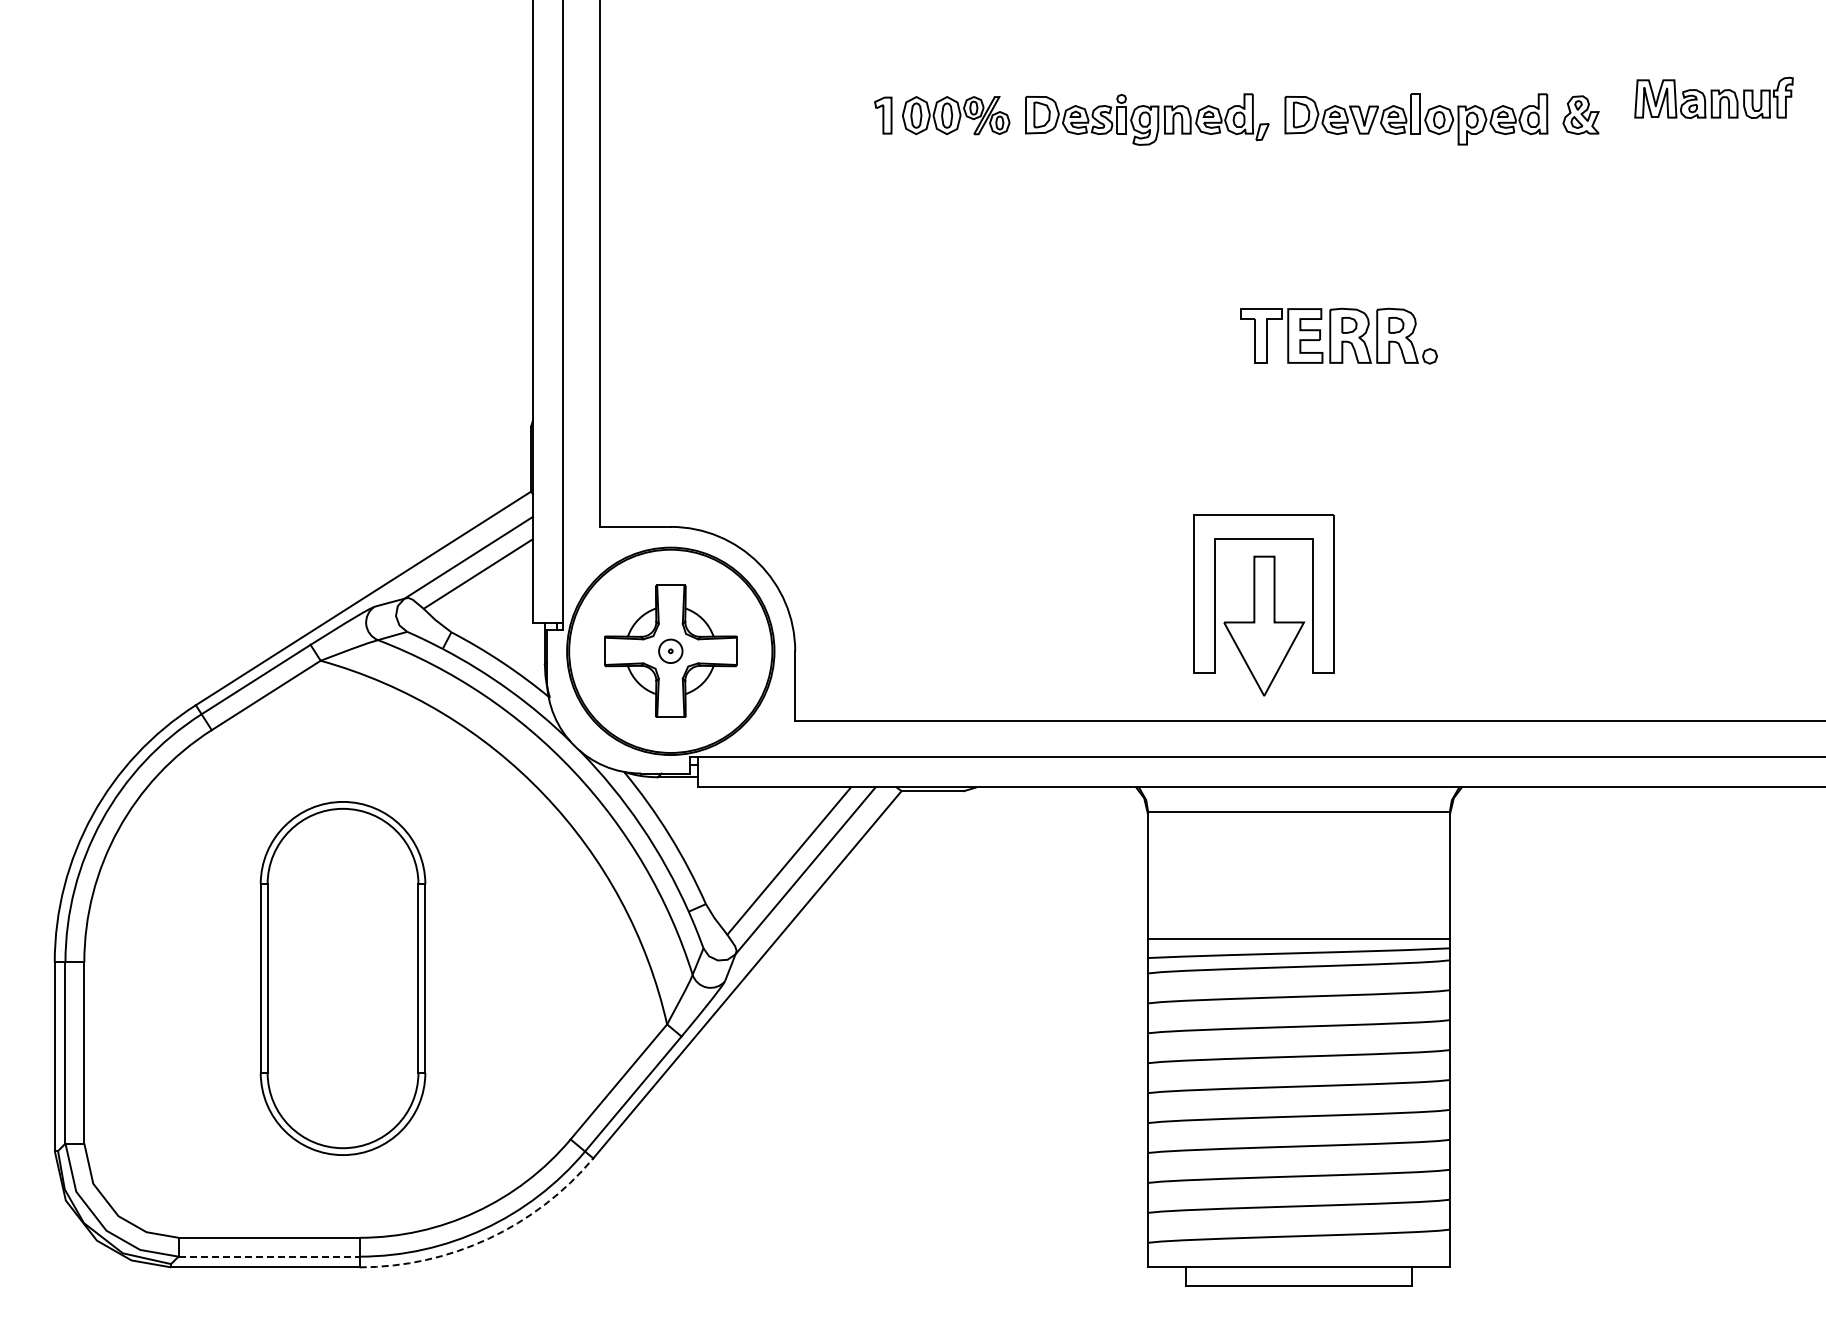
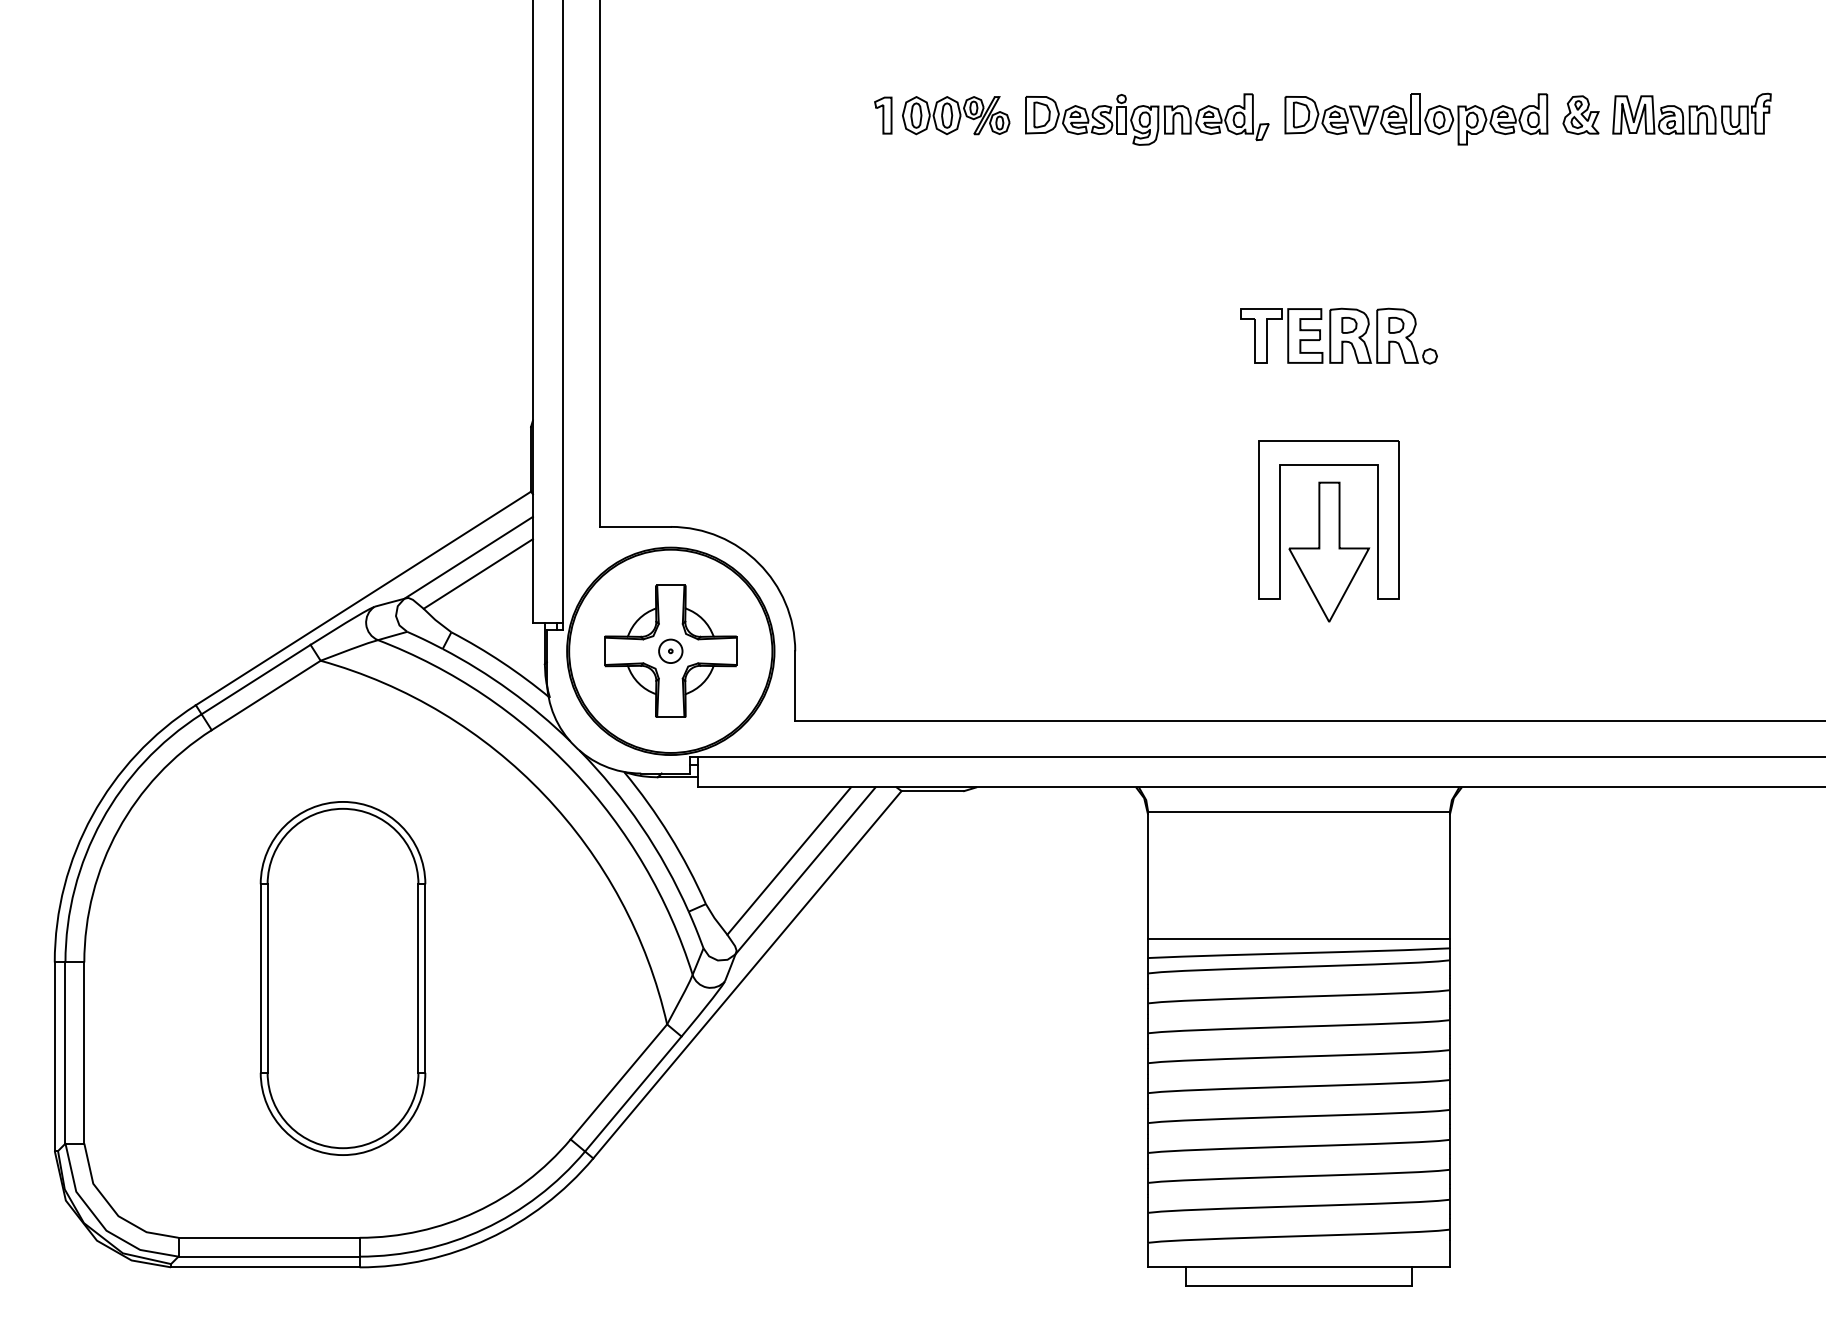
part at (1713, 97) position: (1713, 97) -> (1691, 113)
part at (1263, 605) position: (1263, 605) -> (1328, 531)
arc at (488, 1238): dashed -> solid
line at (269, 1256): dashed -> solid
